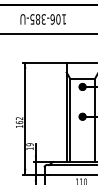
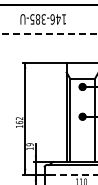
text at (58, 19): 106-385-U -> 146-385-U
line at (49, 33): solid -> dashed
line at (73, 174): solid -> dashed
